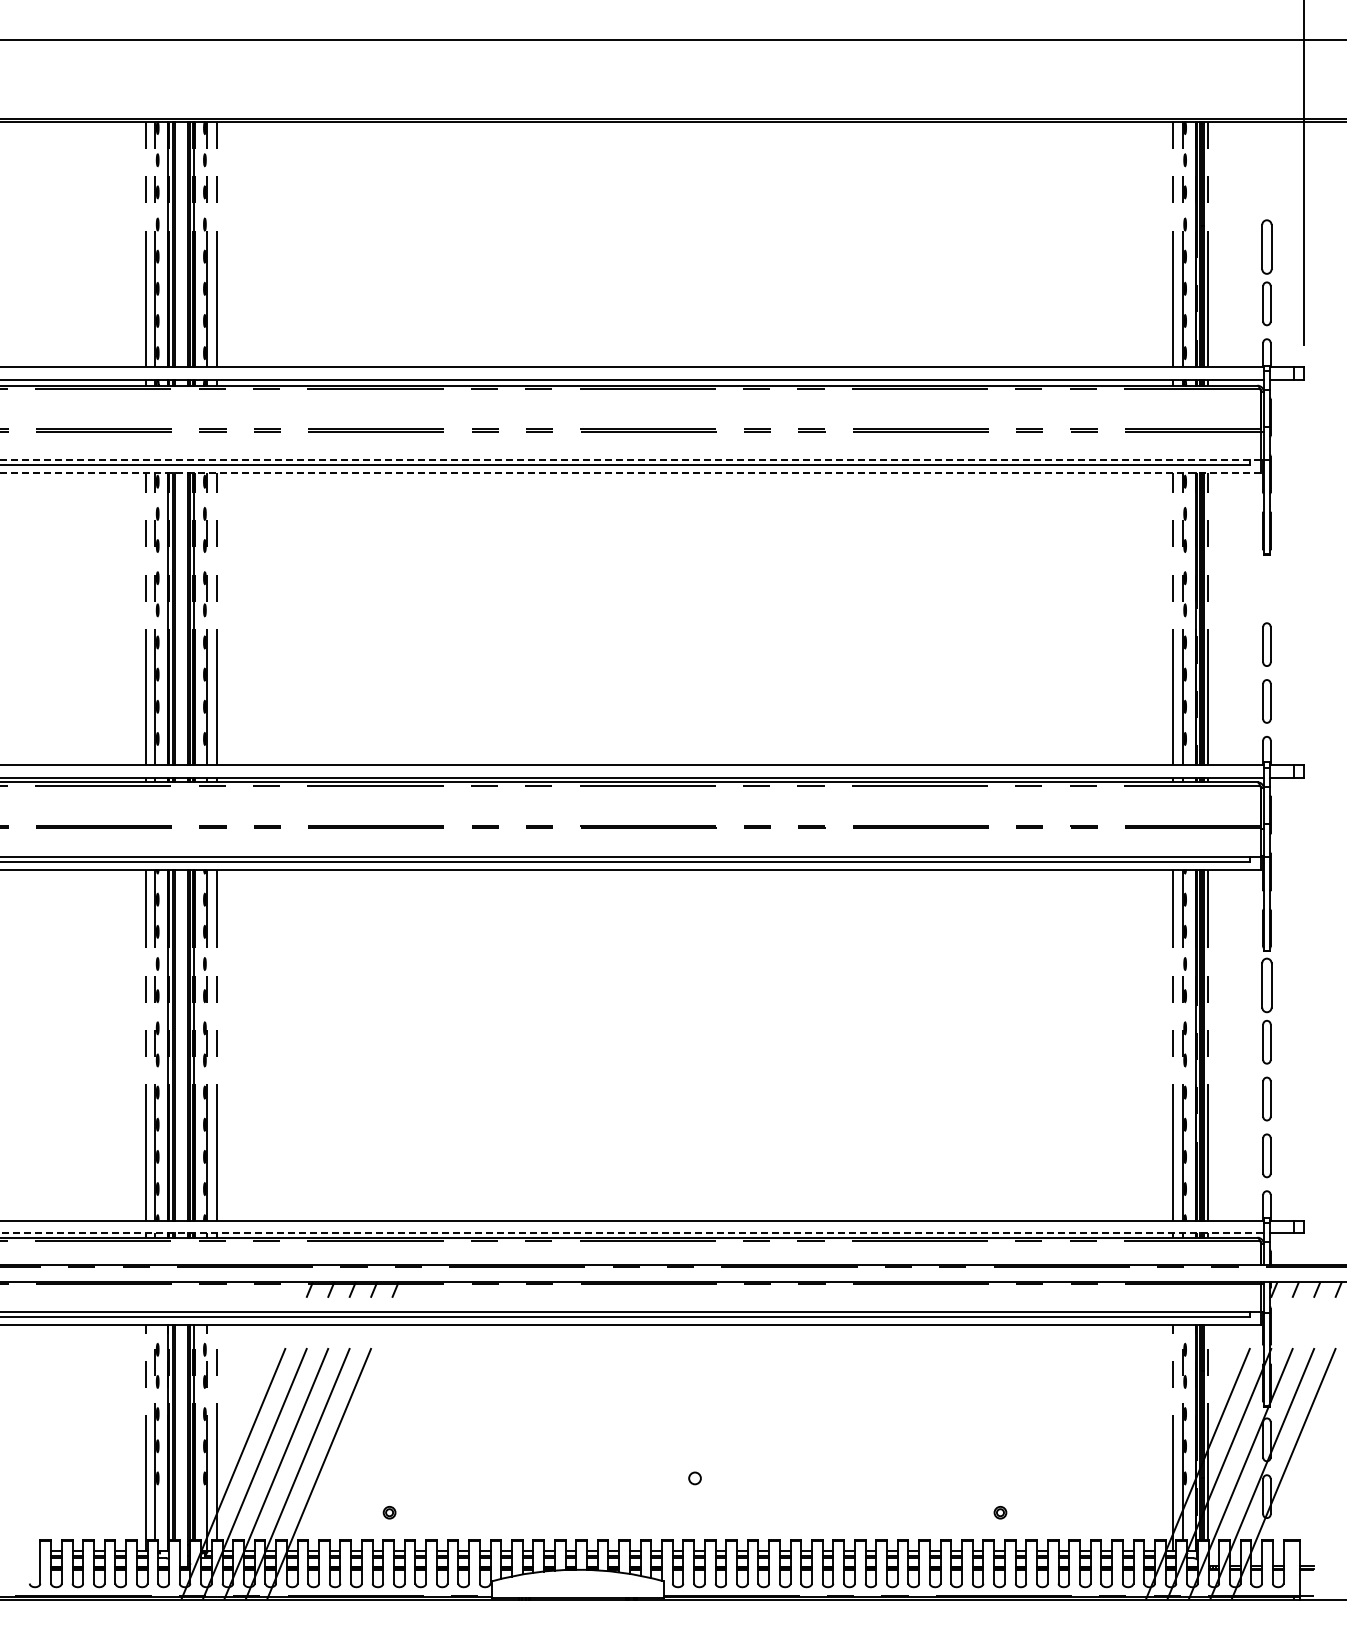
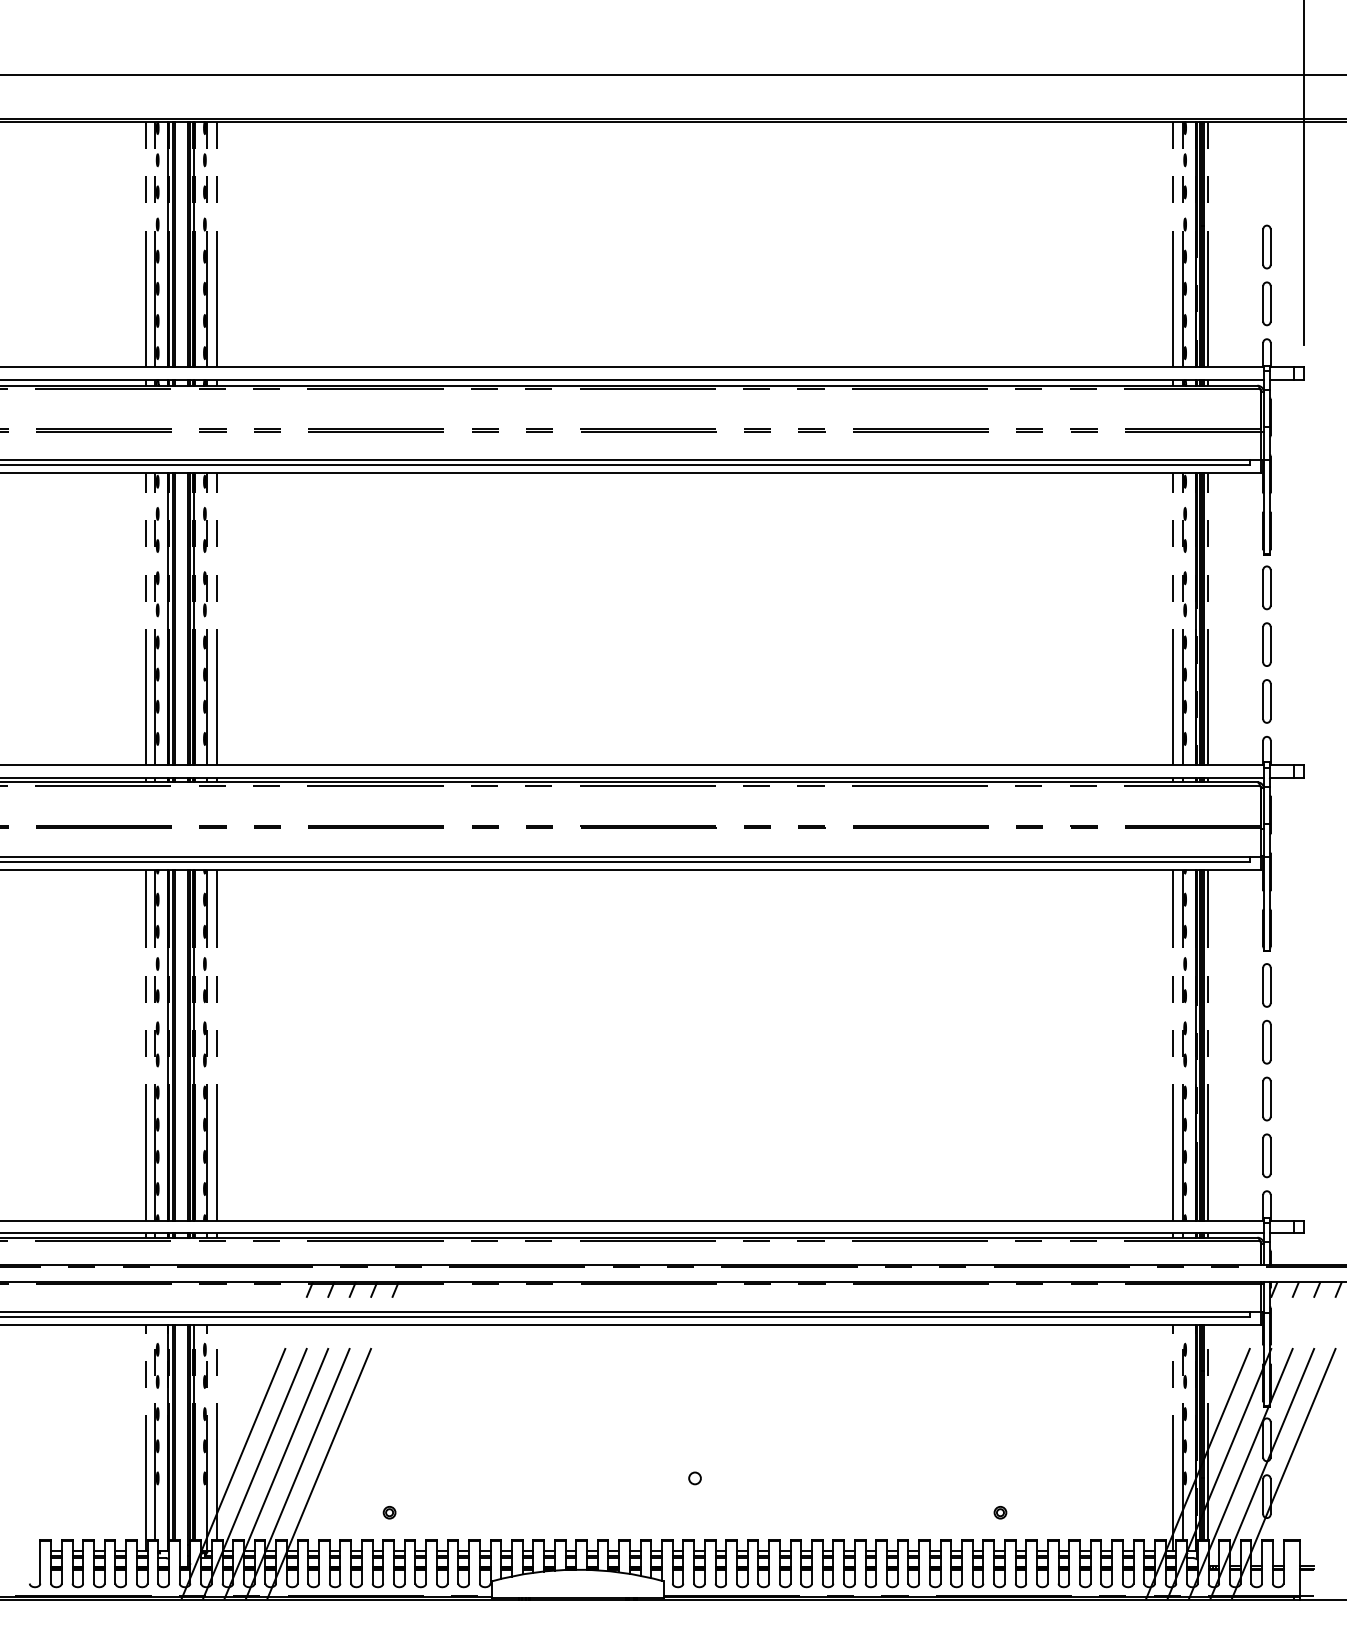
line at (672, 40) position: (672, 40) -> (672, 75)
part at (1266, 246) size: 12x56 px -> 10x46 px
line at (630, 460): dashed -> solid
line at (630, 472): dashed -> solid
part at (1266, 587): none -> present
part at (1266, 985) size: 12x57 px -> 10x45 px
line at (632, 1233): dashed -> solid
